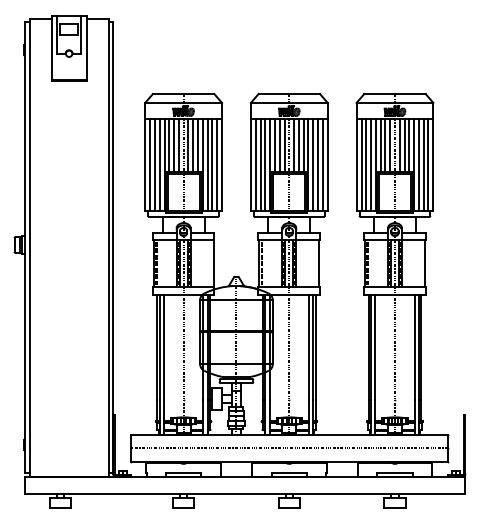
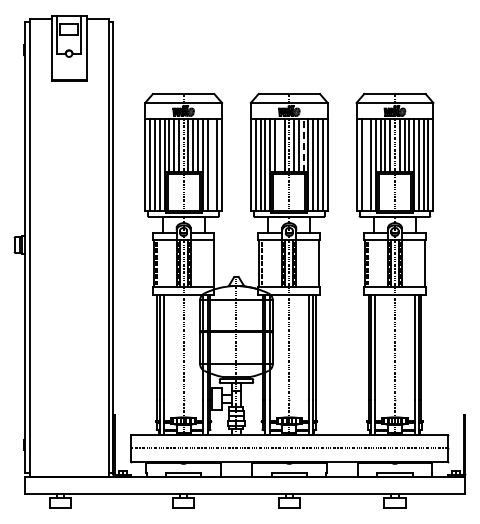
line at (279, 144): present -> none
line at (303, 145): solid -> dashed
line at (212, 164): present -> none
line at (366, 164): present -> none
